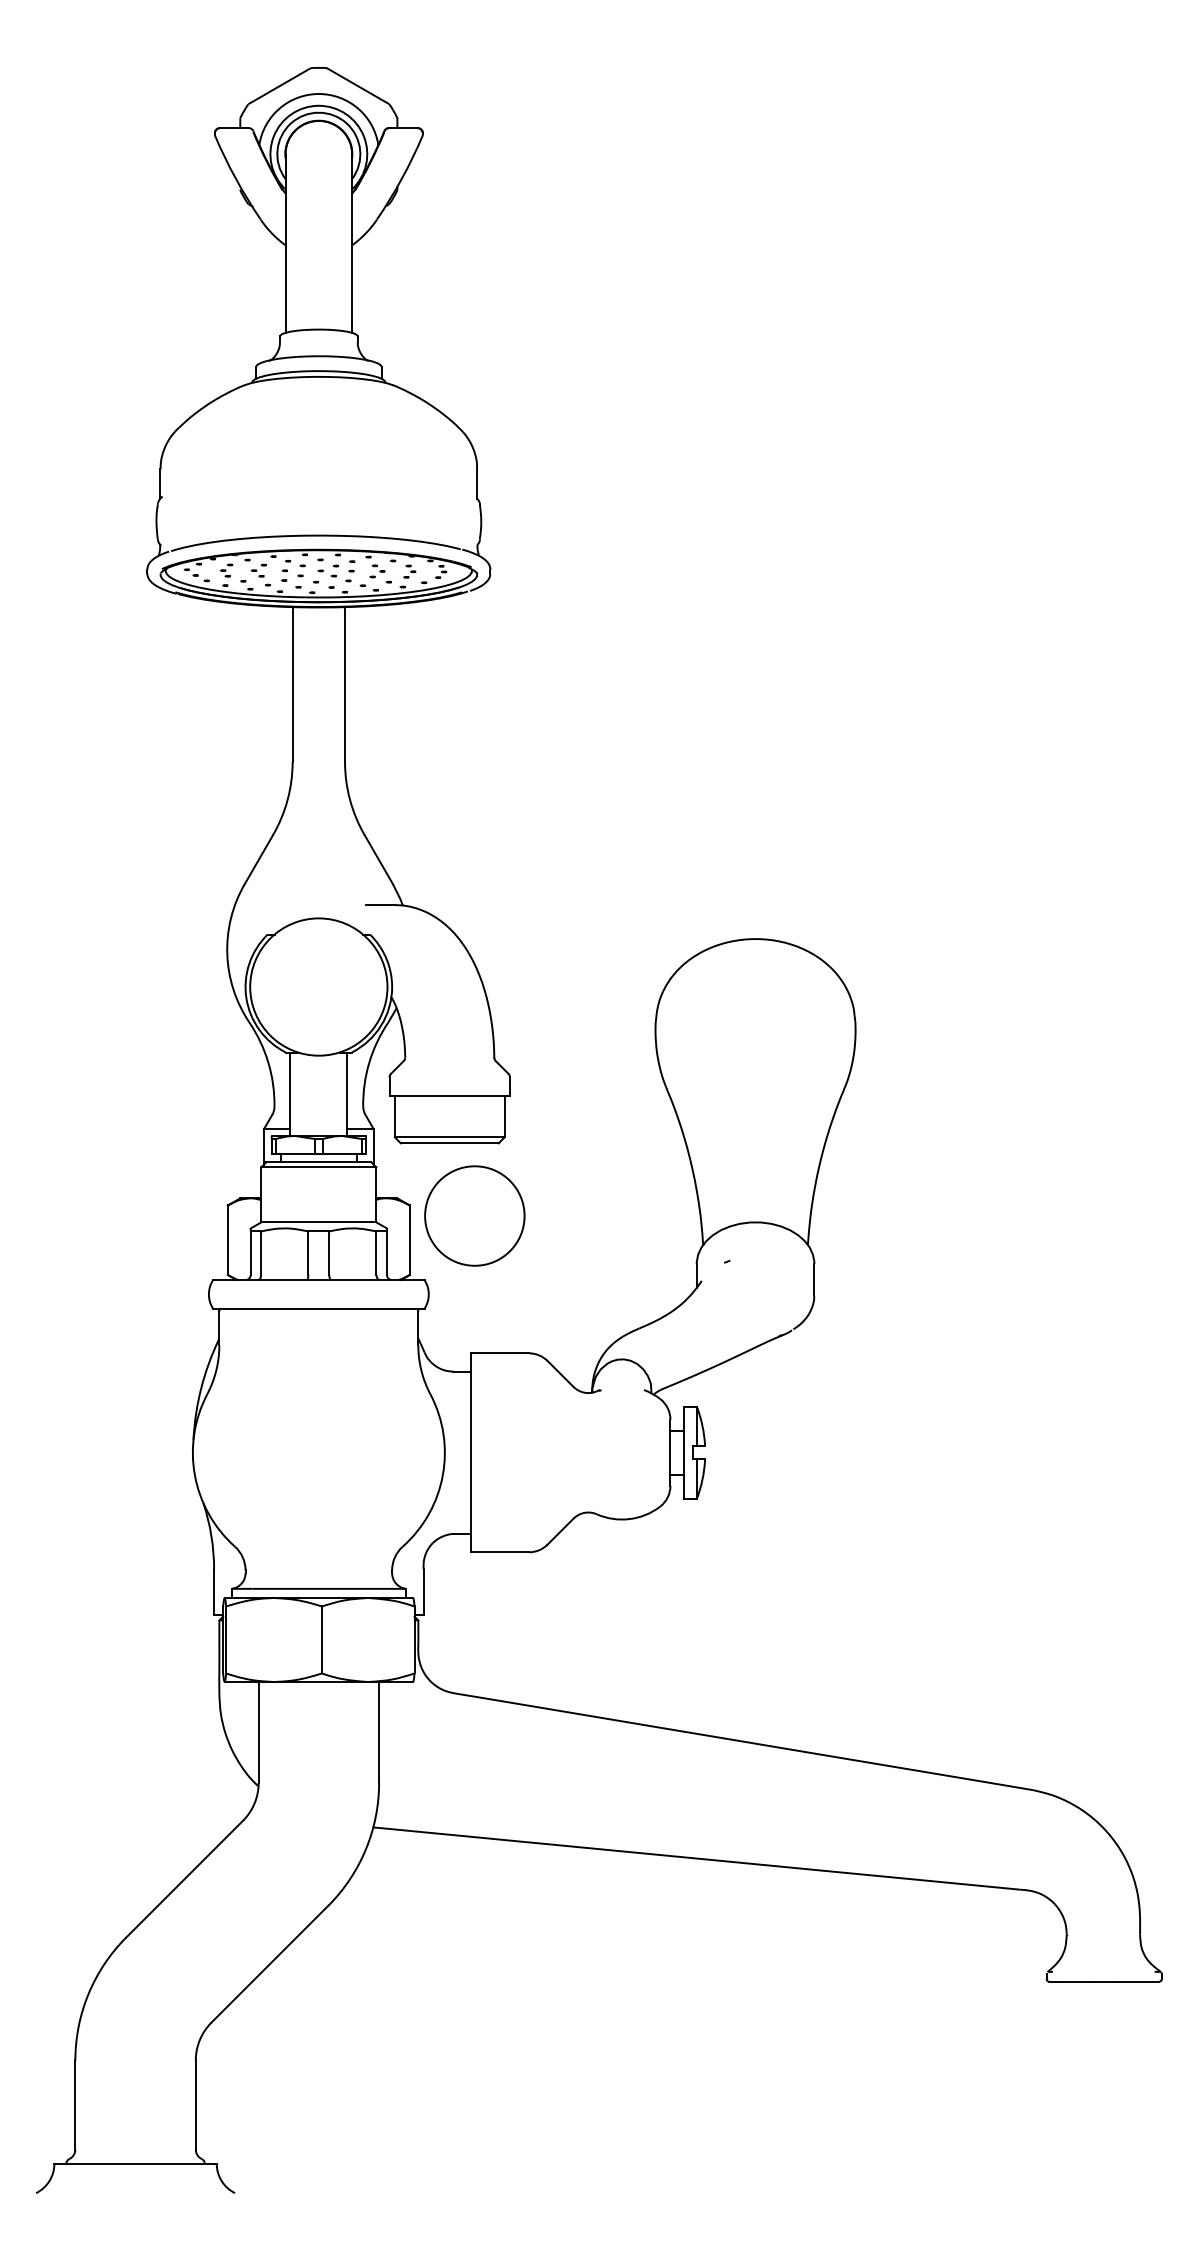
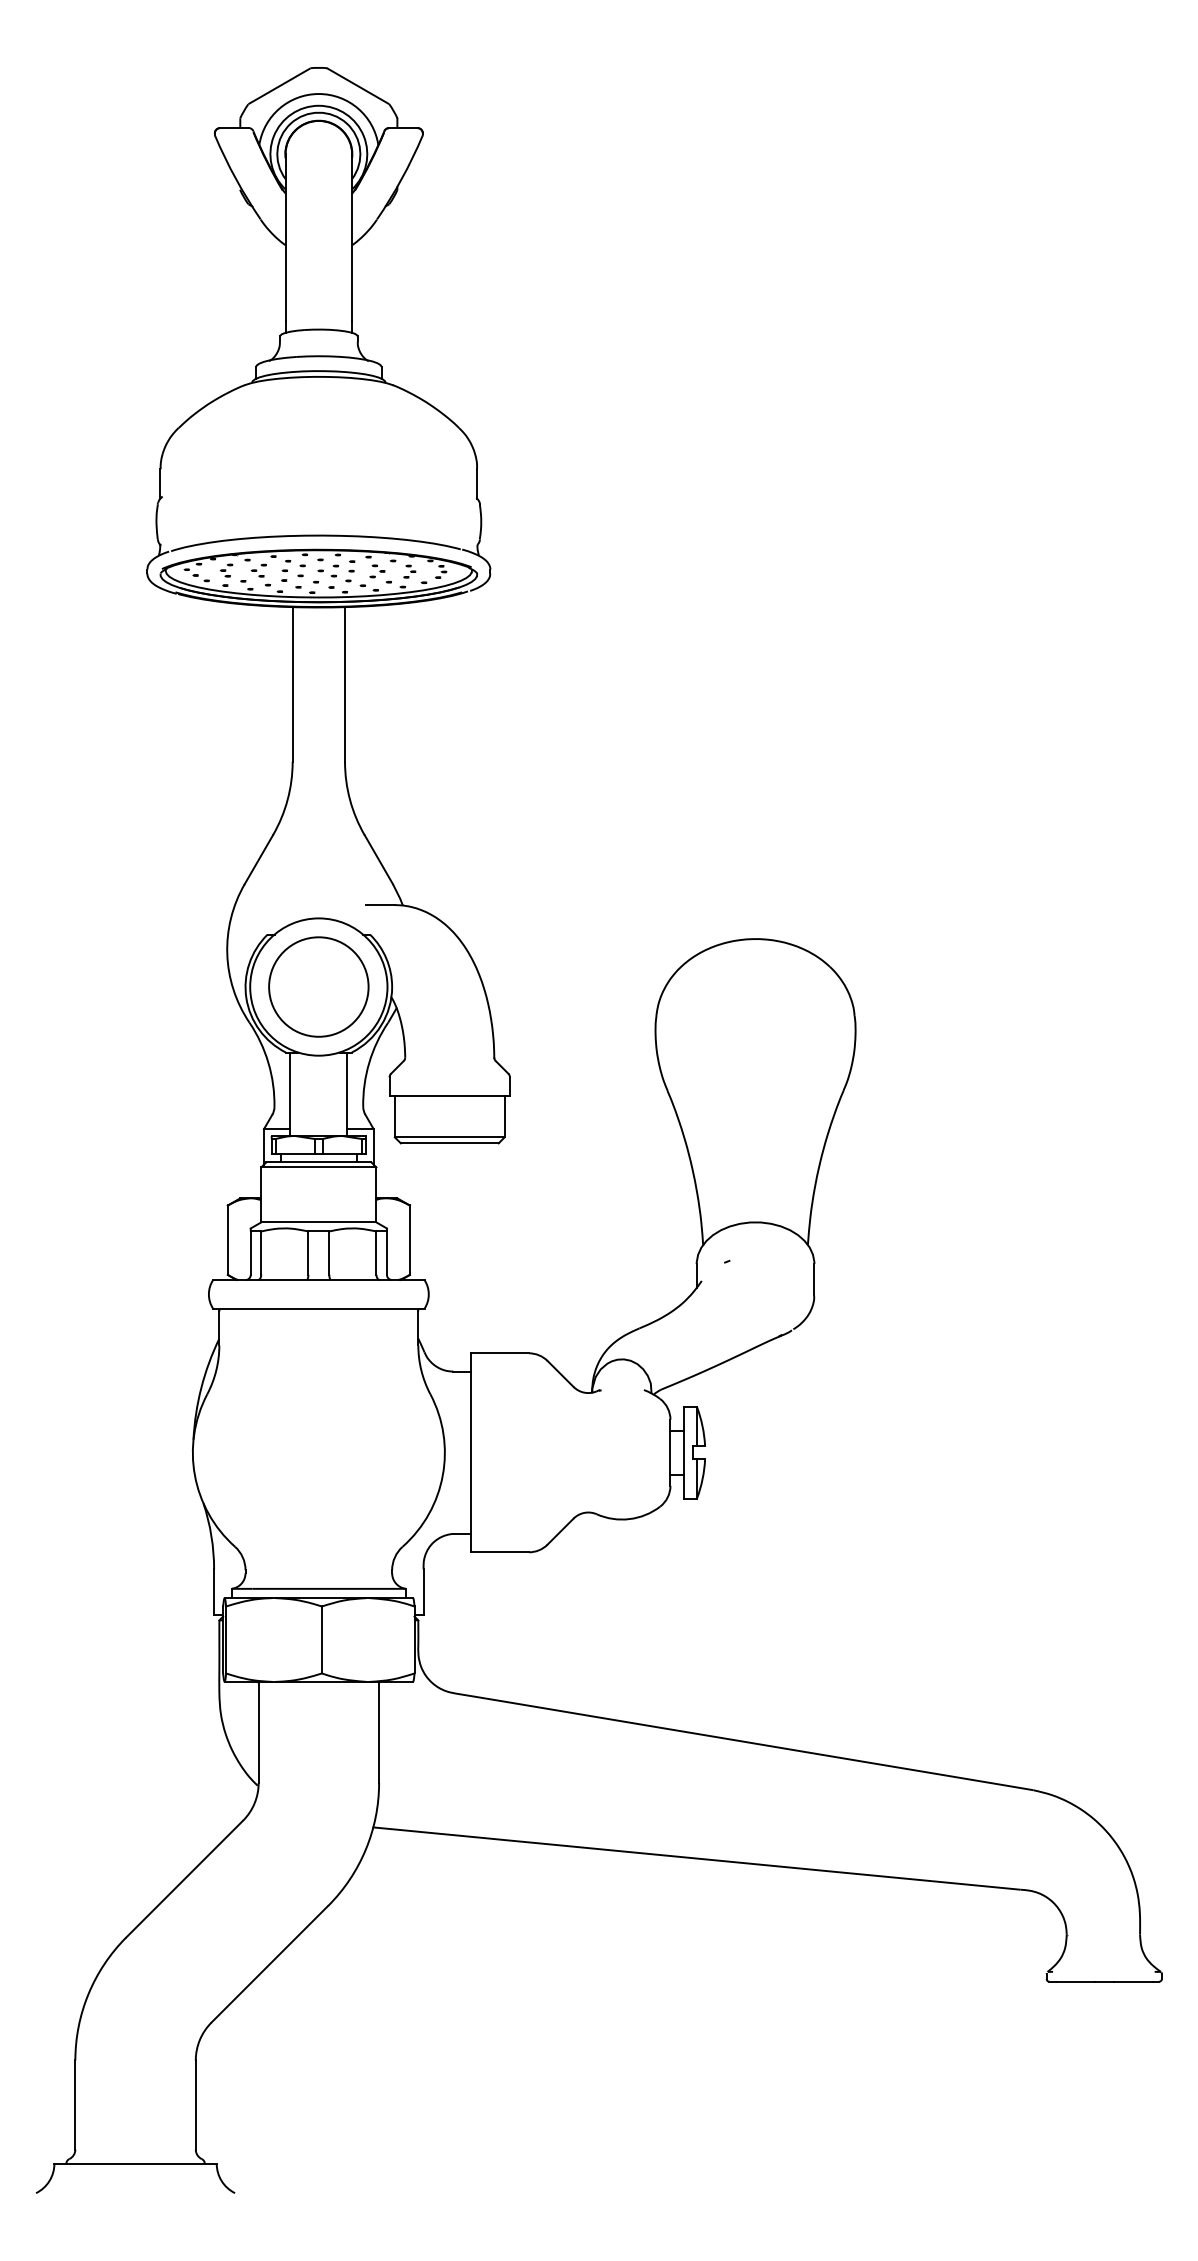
circle at (474, 1215) position: (474, 1215) -> (318, 986)
